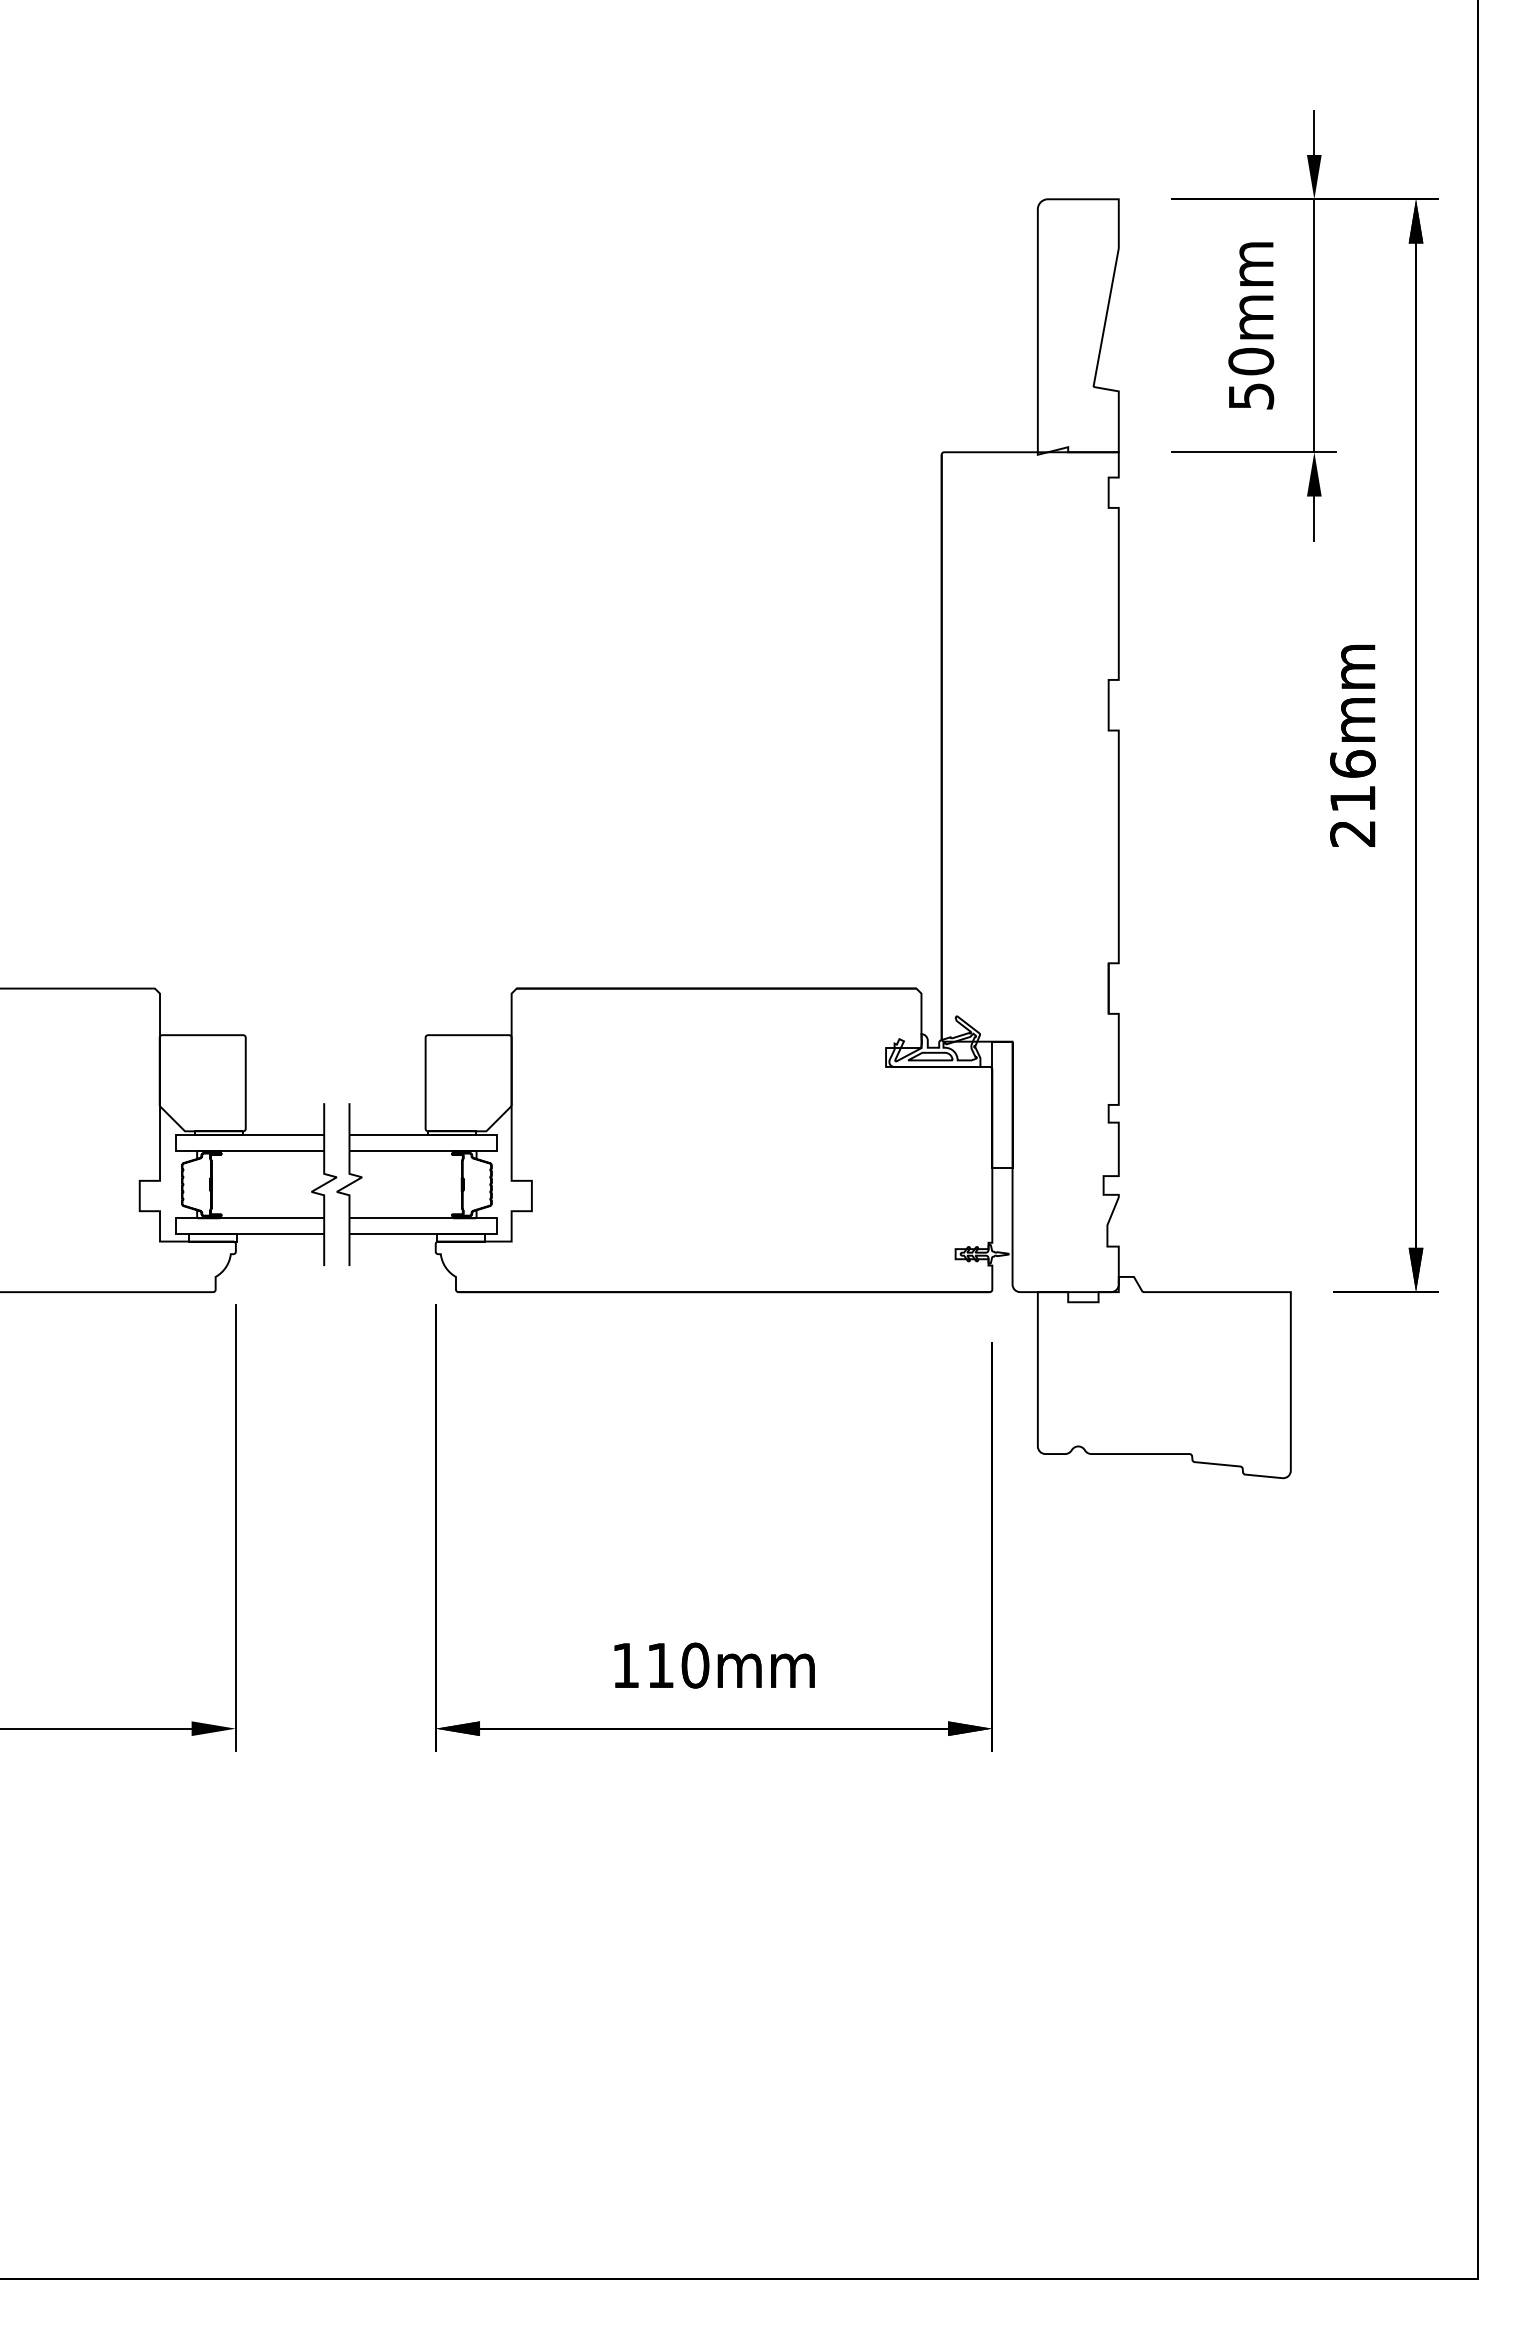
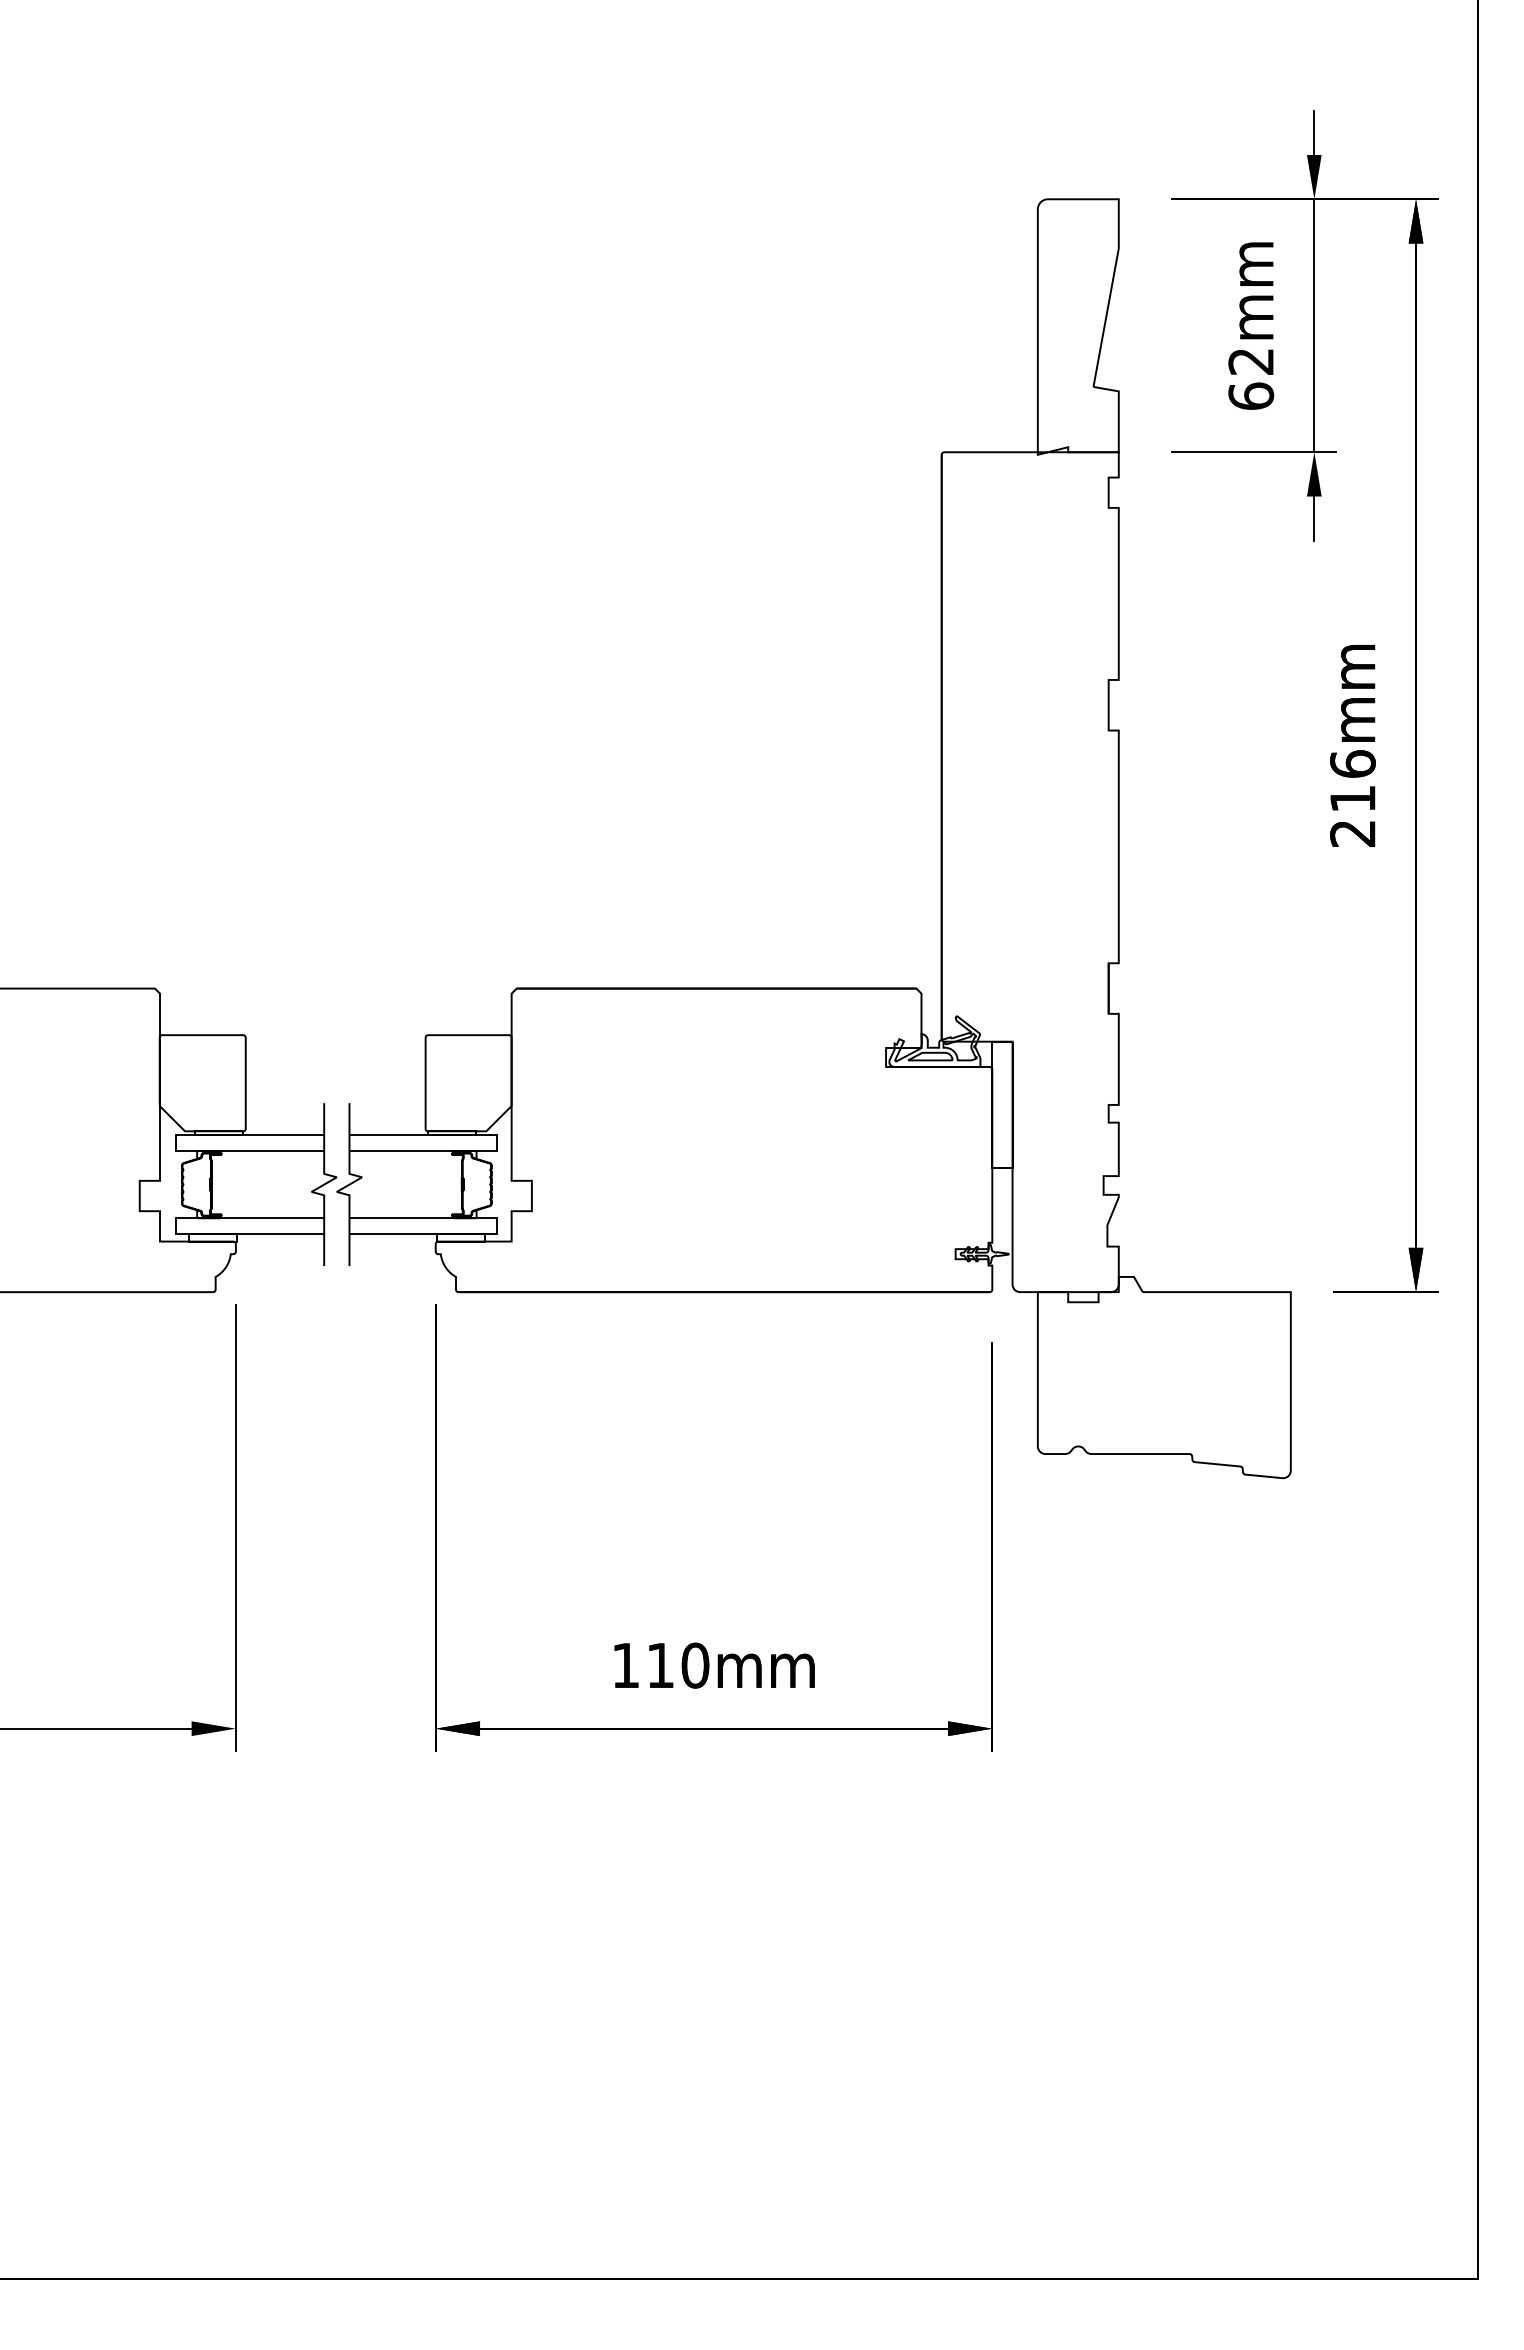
text at (1251, 378): 50mm -> 62mm
